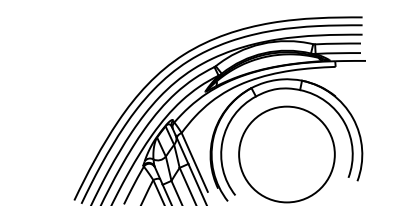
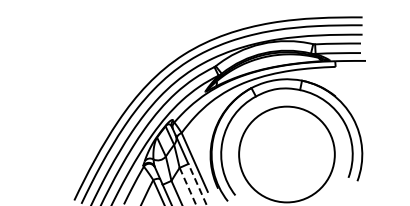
line at (197, 184): solid -> dashed
line at (188, 187): solid -> dashed
